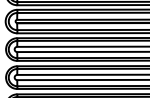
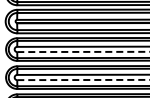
line at (83, 51): solid -> dashed
line at (83, 80): solid -> dashed
